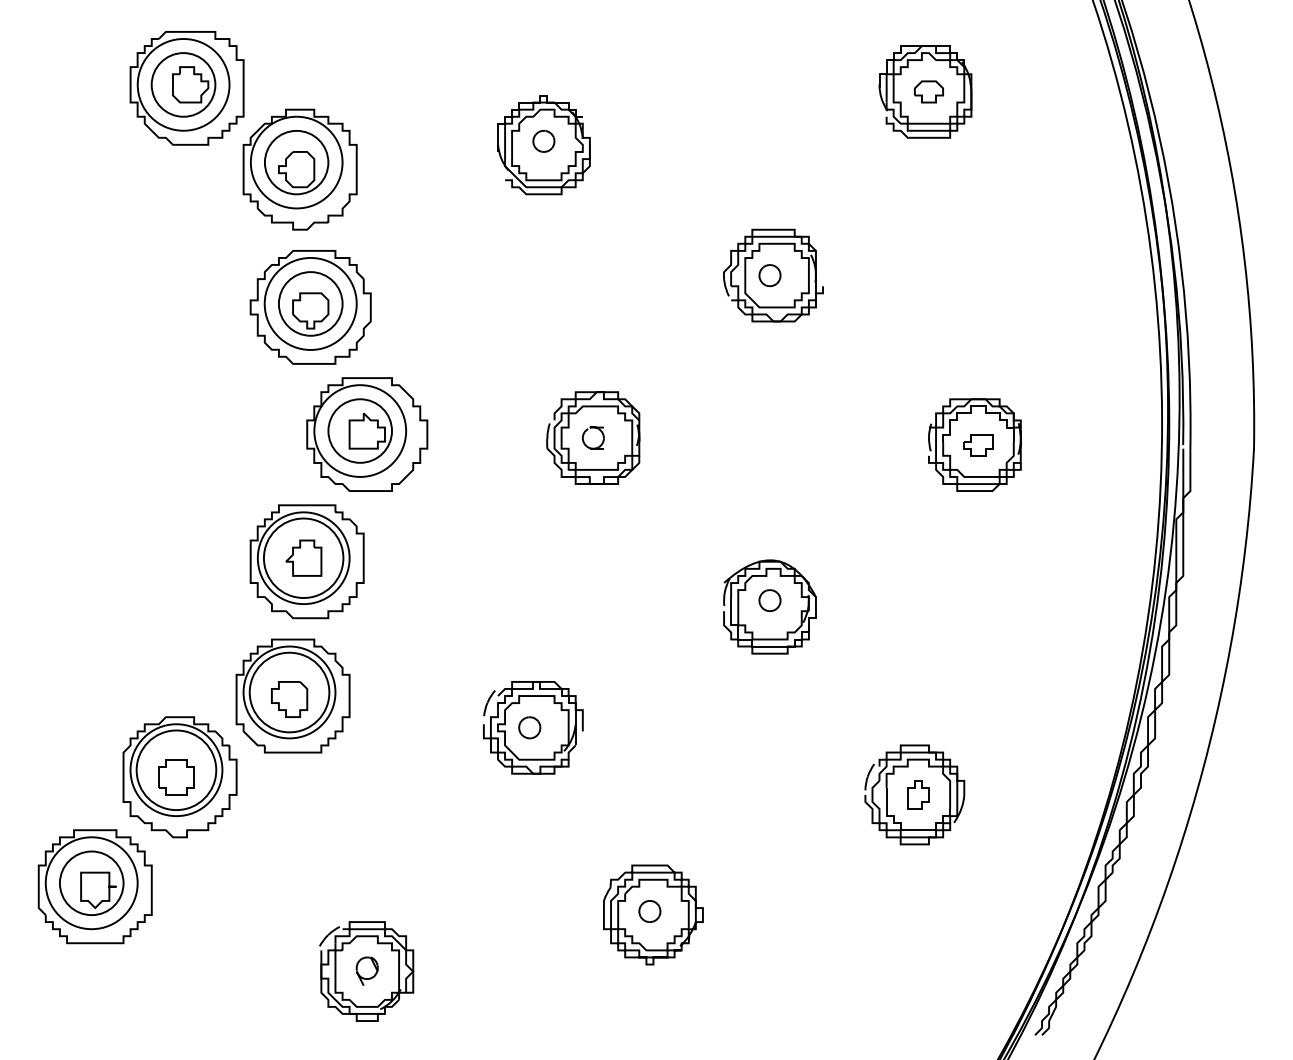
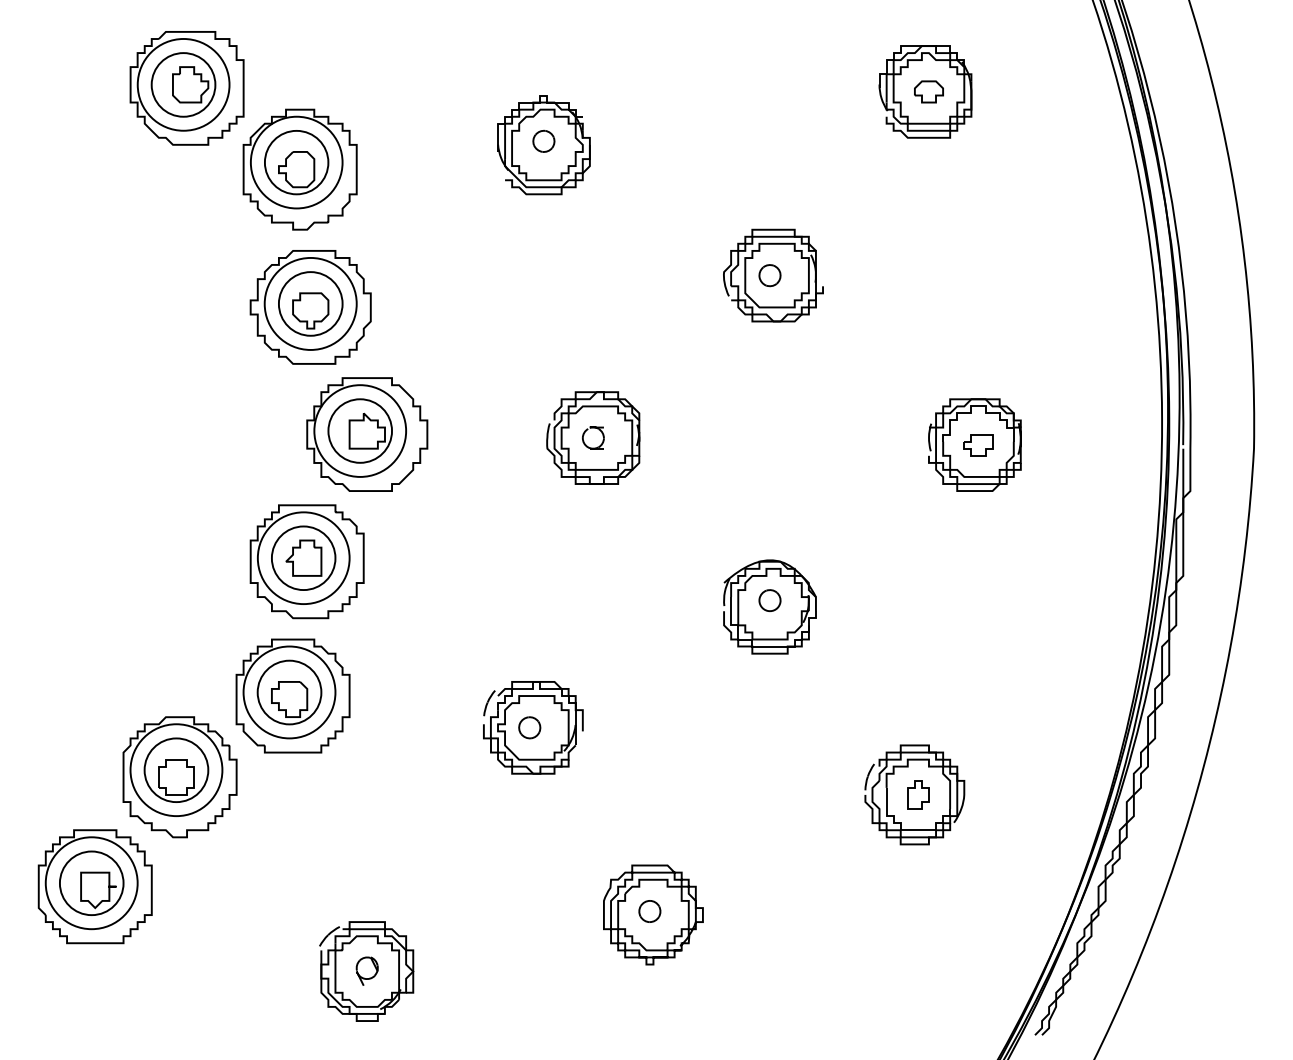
circle at (303, 558) diameter: 79 px -> 64 px
circle at (289, 692) diameter: 80 px -> 64 px
circle at (176, 770) diameter: 80 px -> 64 px
